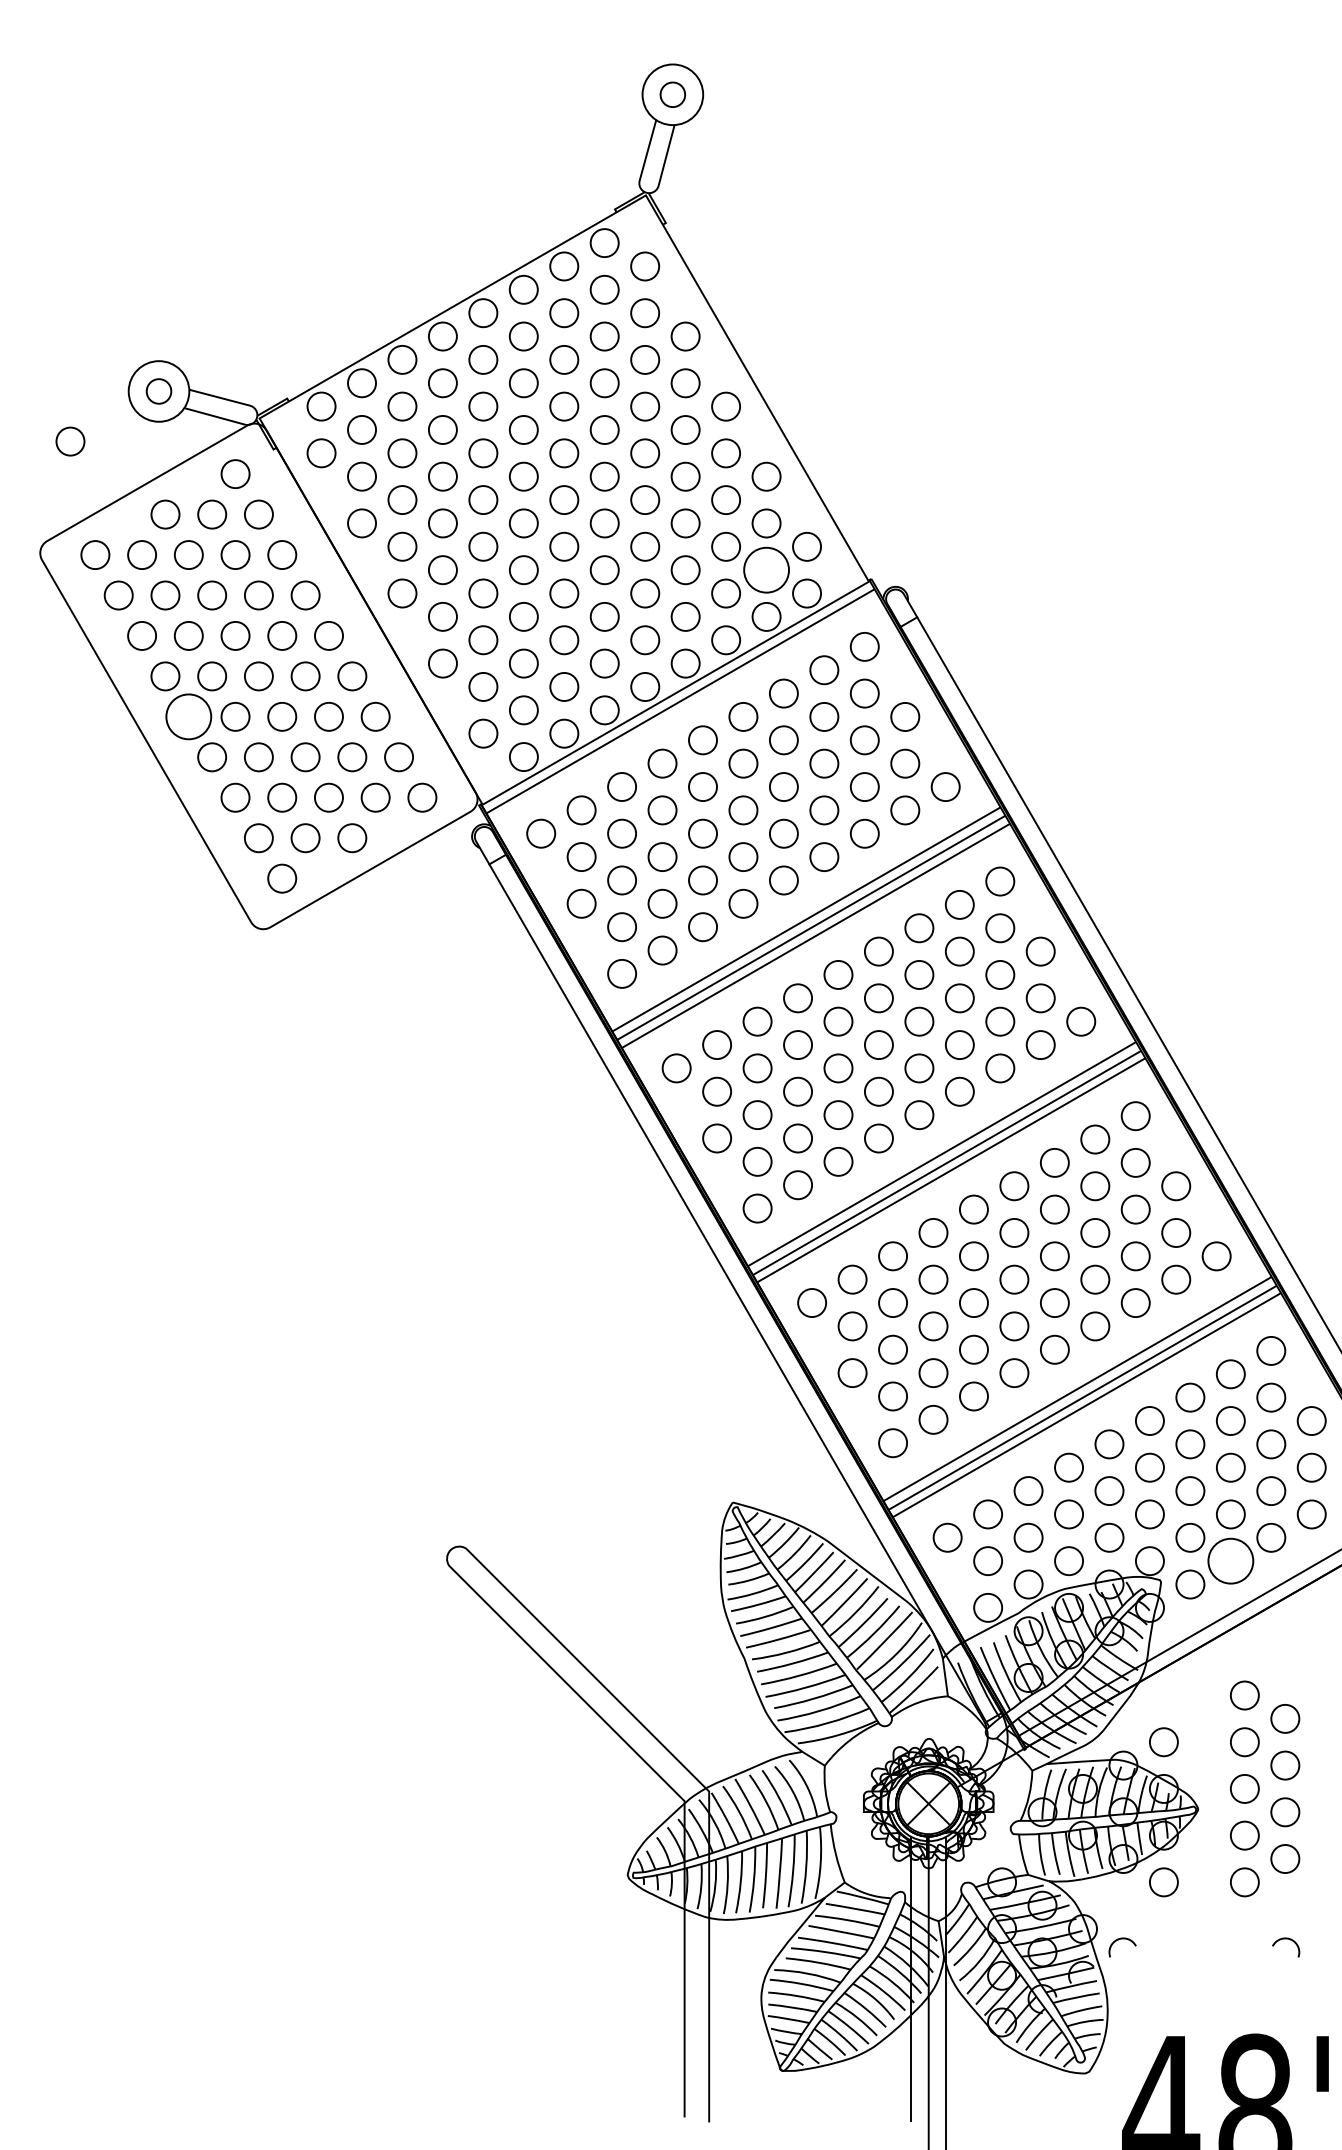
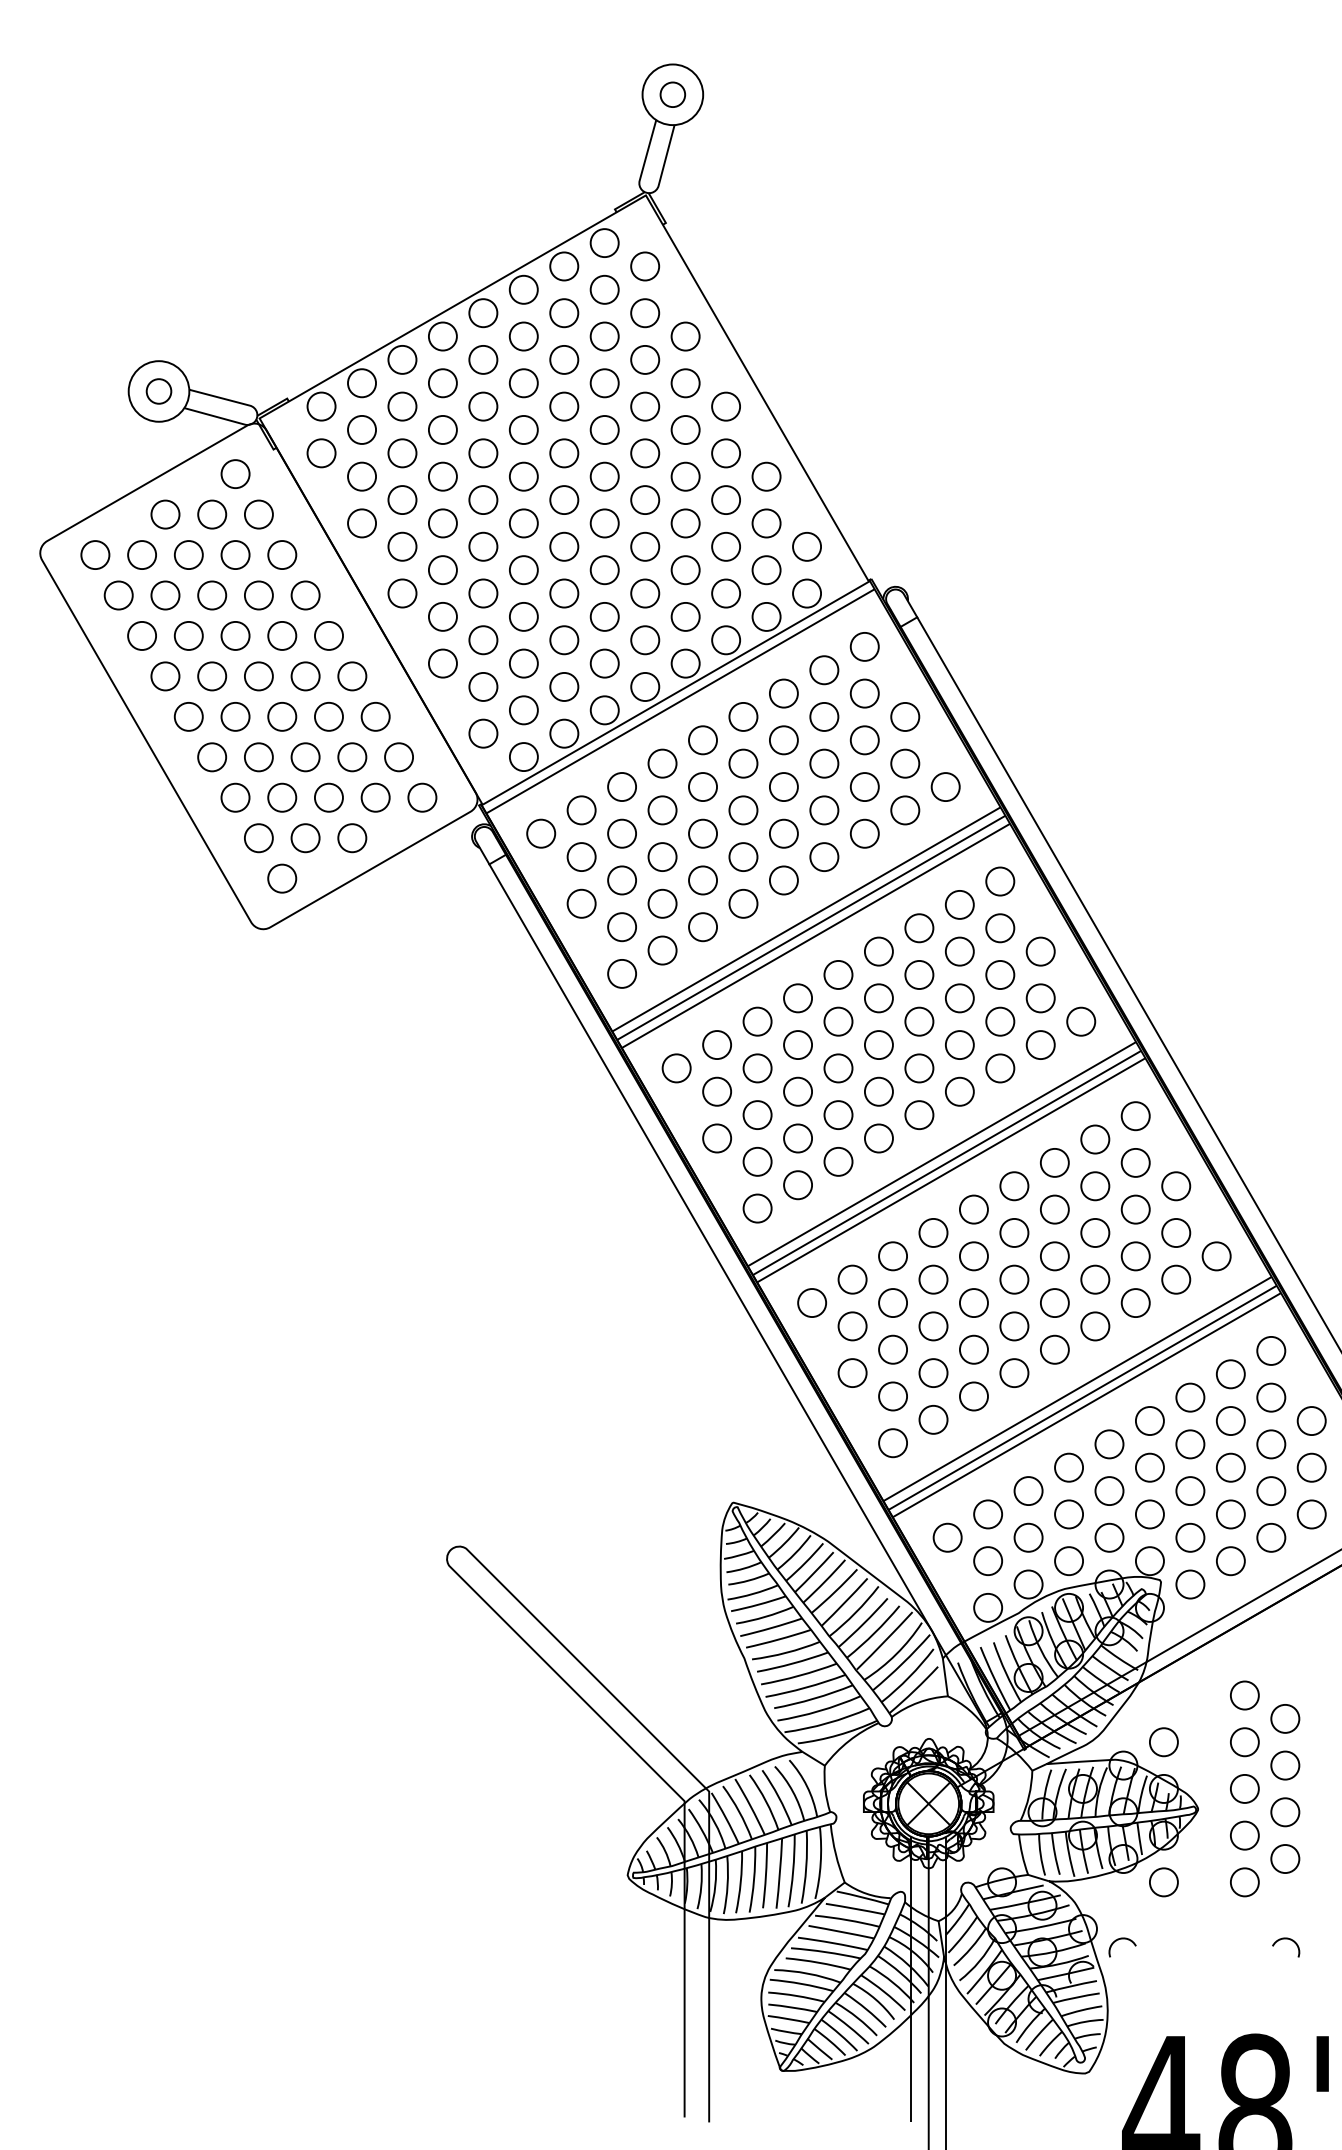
circle at (70, 441): present -> none
circle at (766, 569) diameter: 45 px -> 28 px
circle at (188, 716) diameter: 45 px -> 28 px
circle at (1230, 1560) diameter: 45 px -> 28 px
